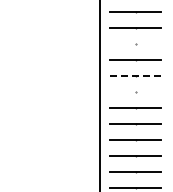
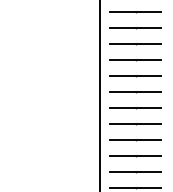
line at (135, 43): none -> present
line at (135, 75): dashed -> solid
line at (135, 91): none -> present
